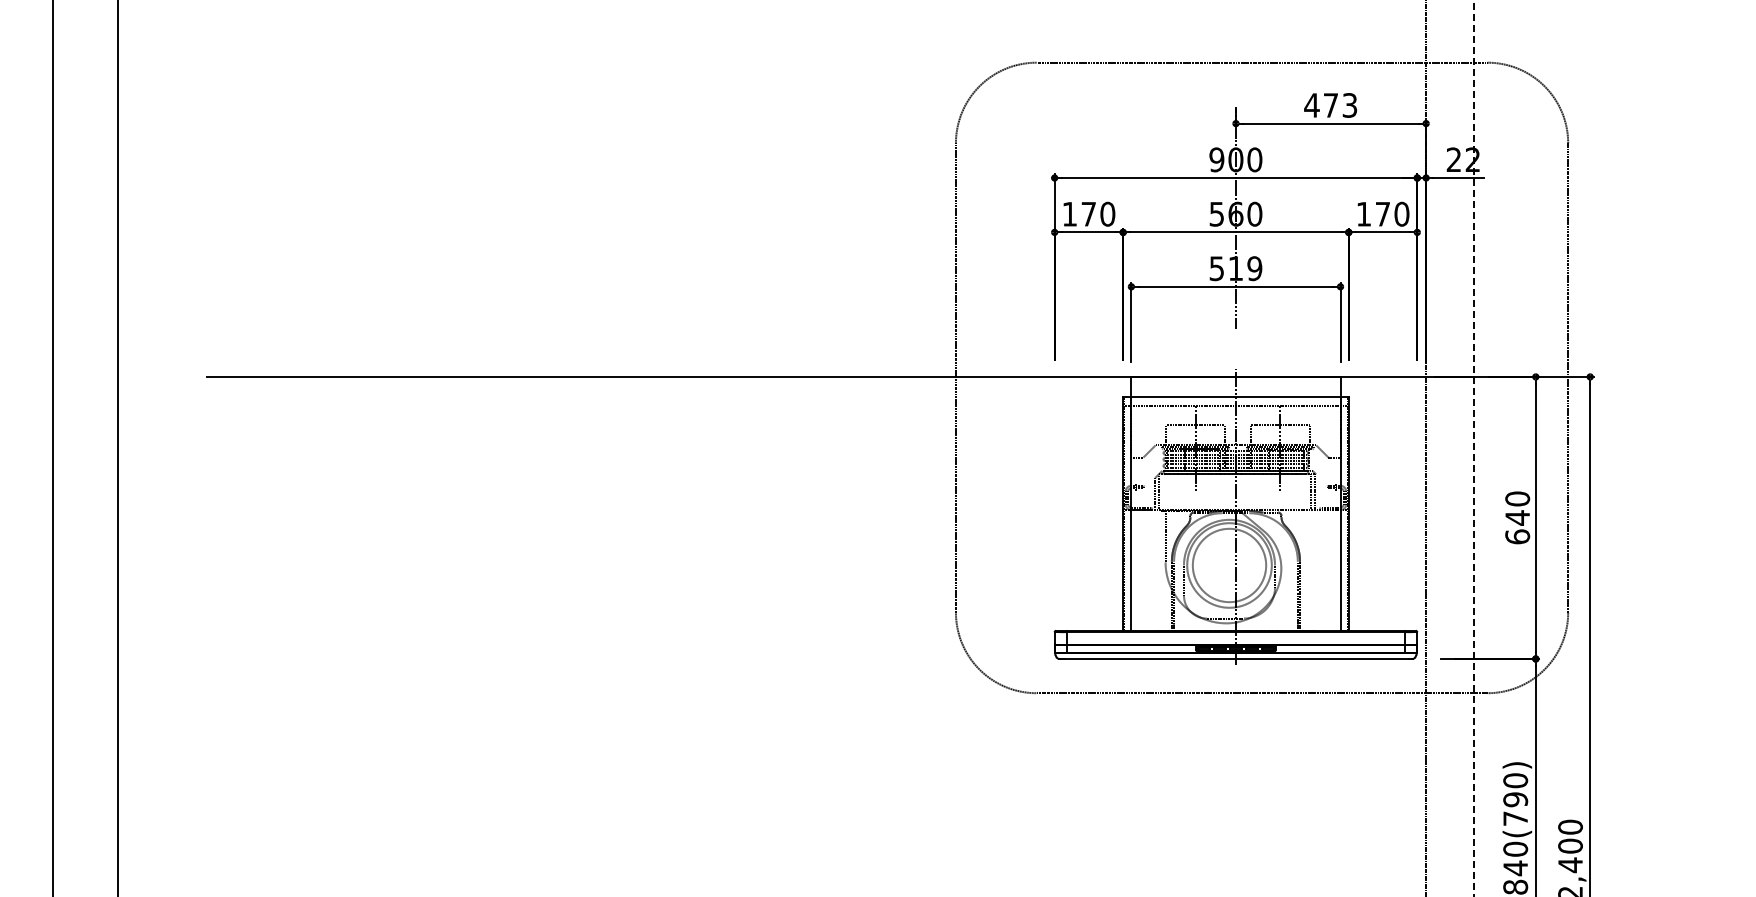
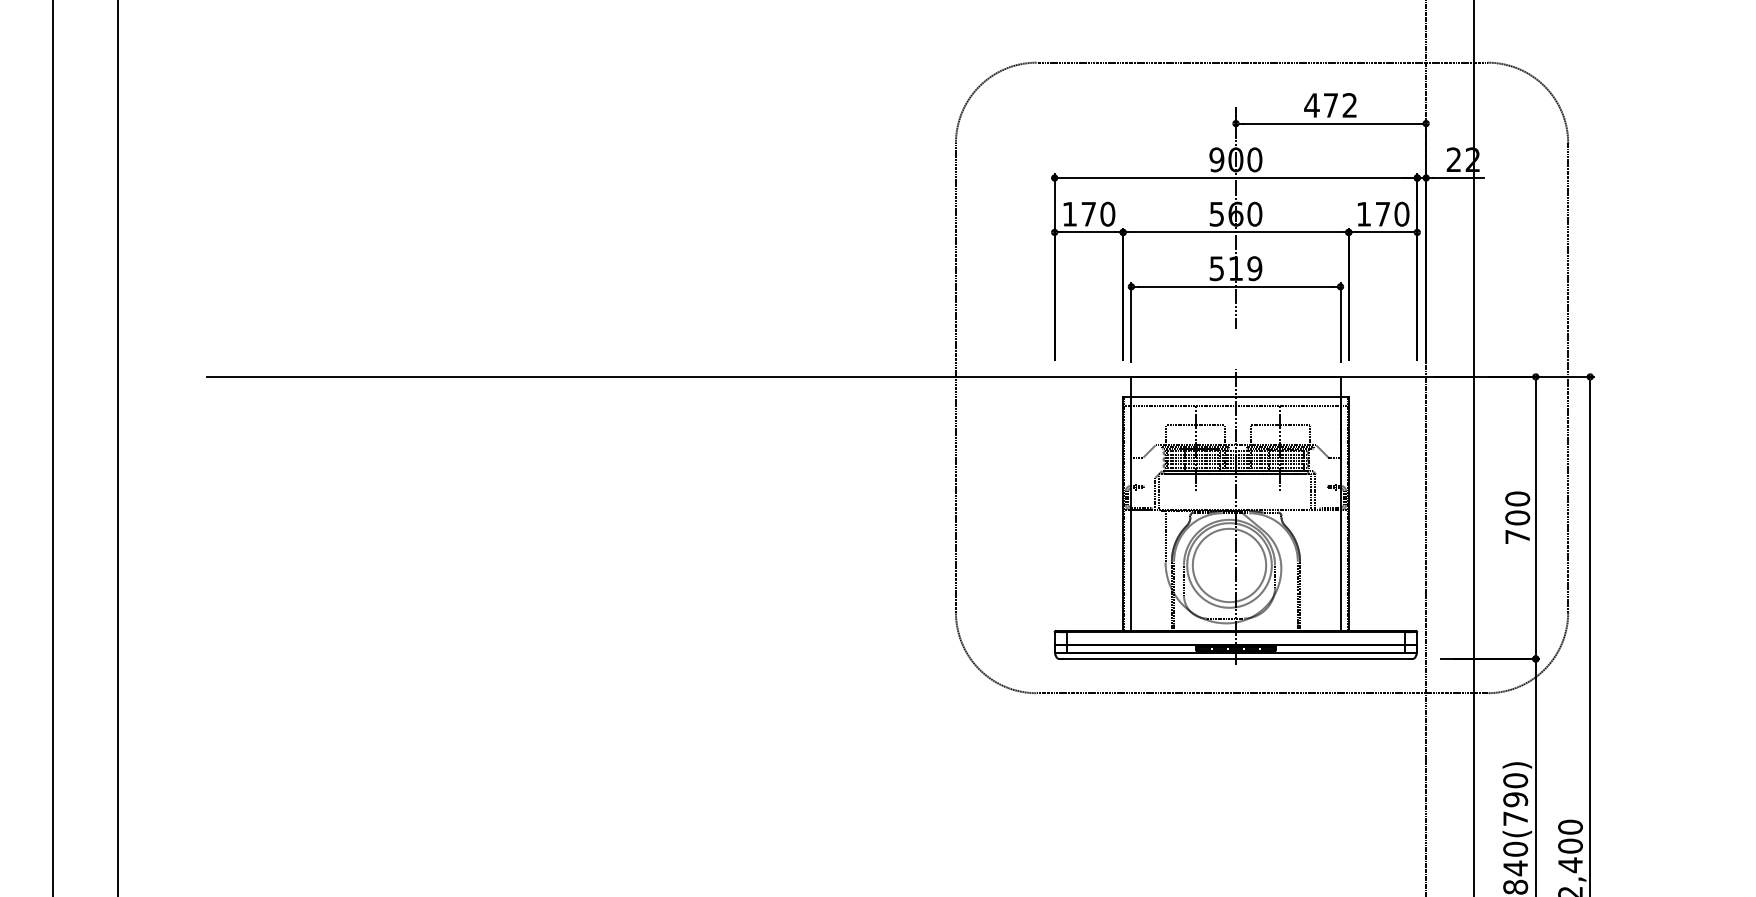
text at (1349, 105): 473 -> 472
line at (1474, 448): dashed -> solid
text at (1517, 527): 640 -> 700
